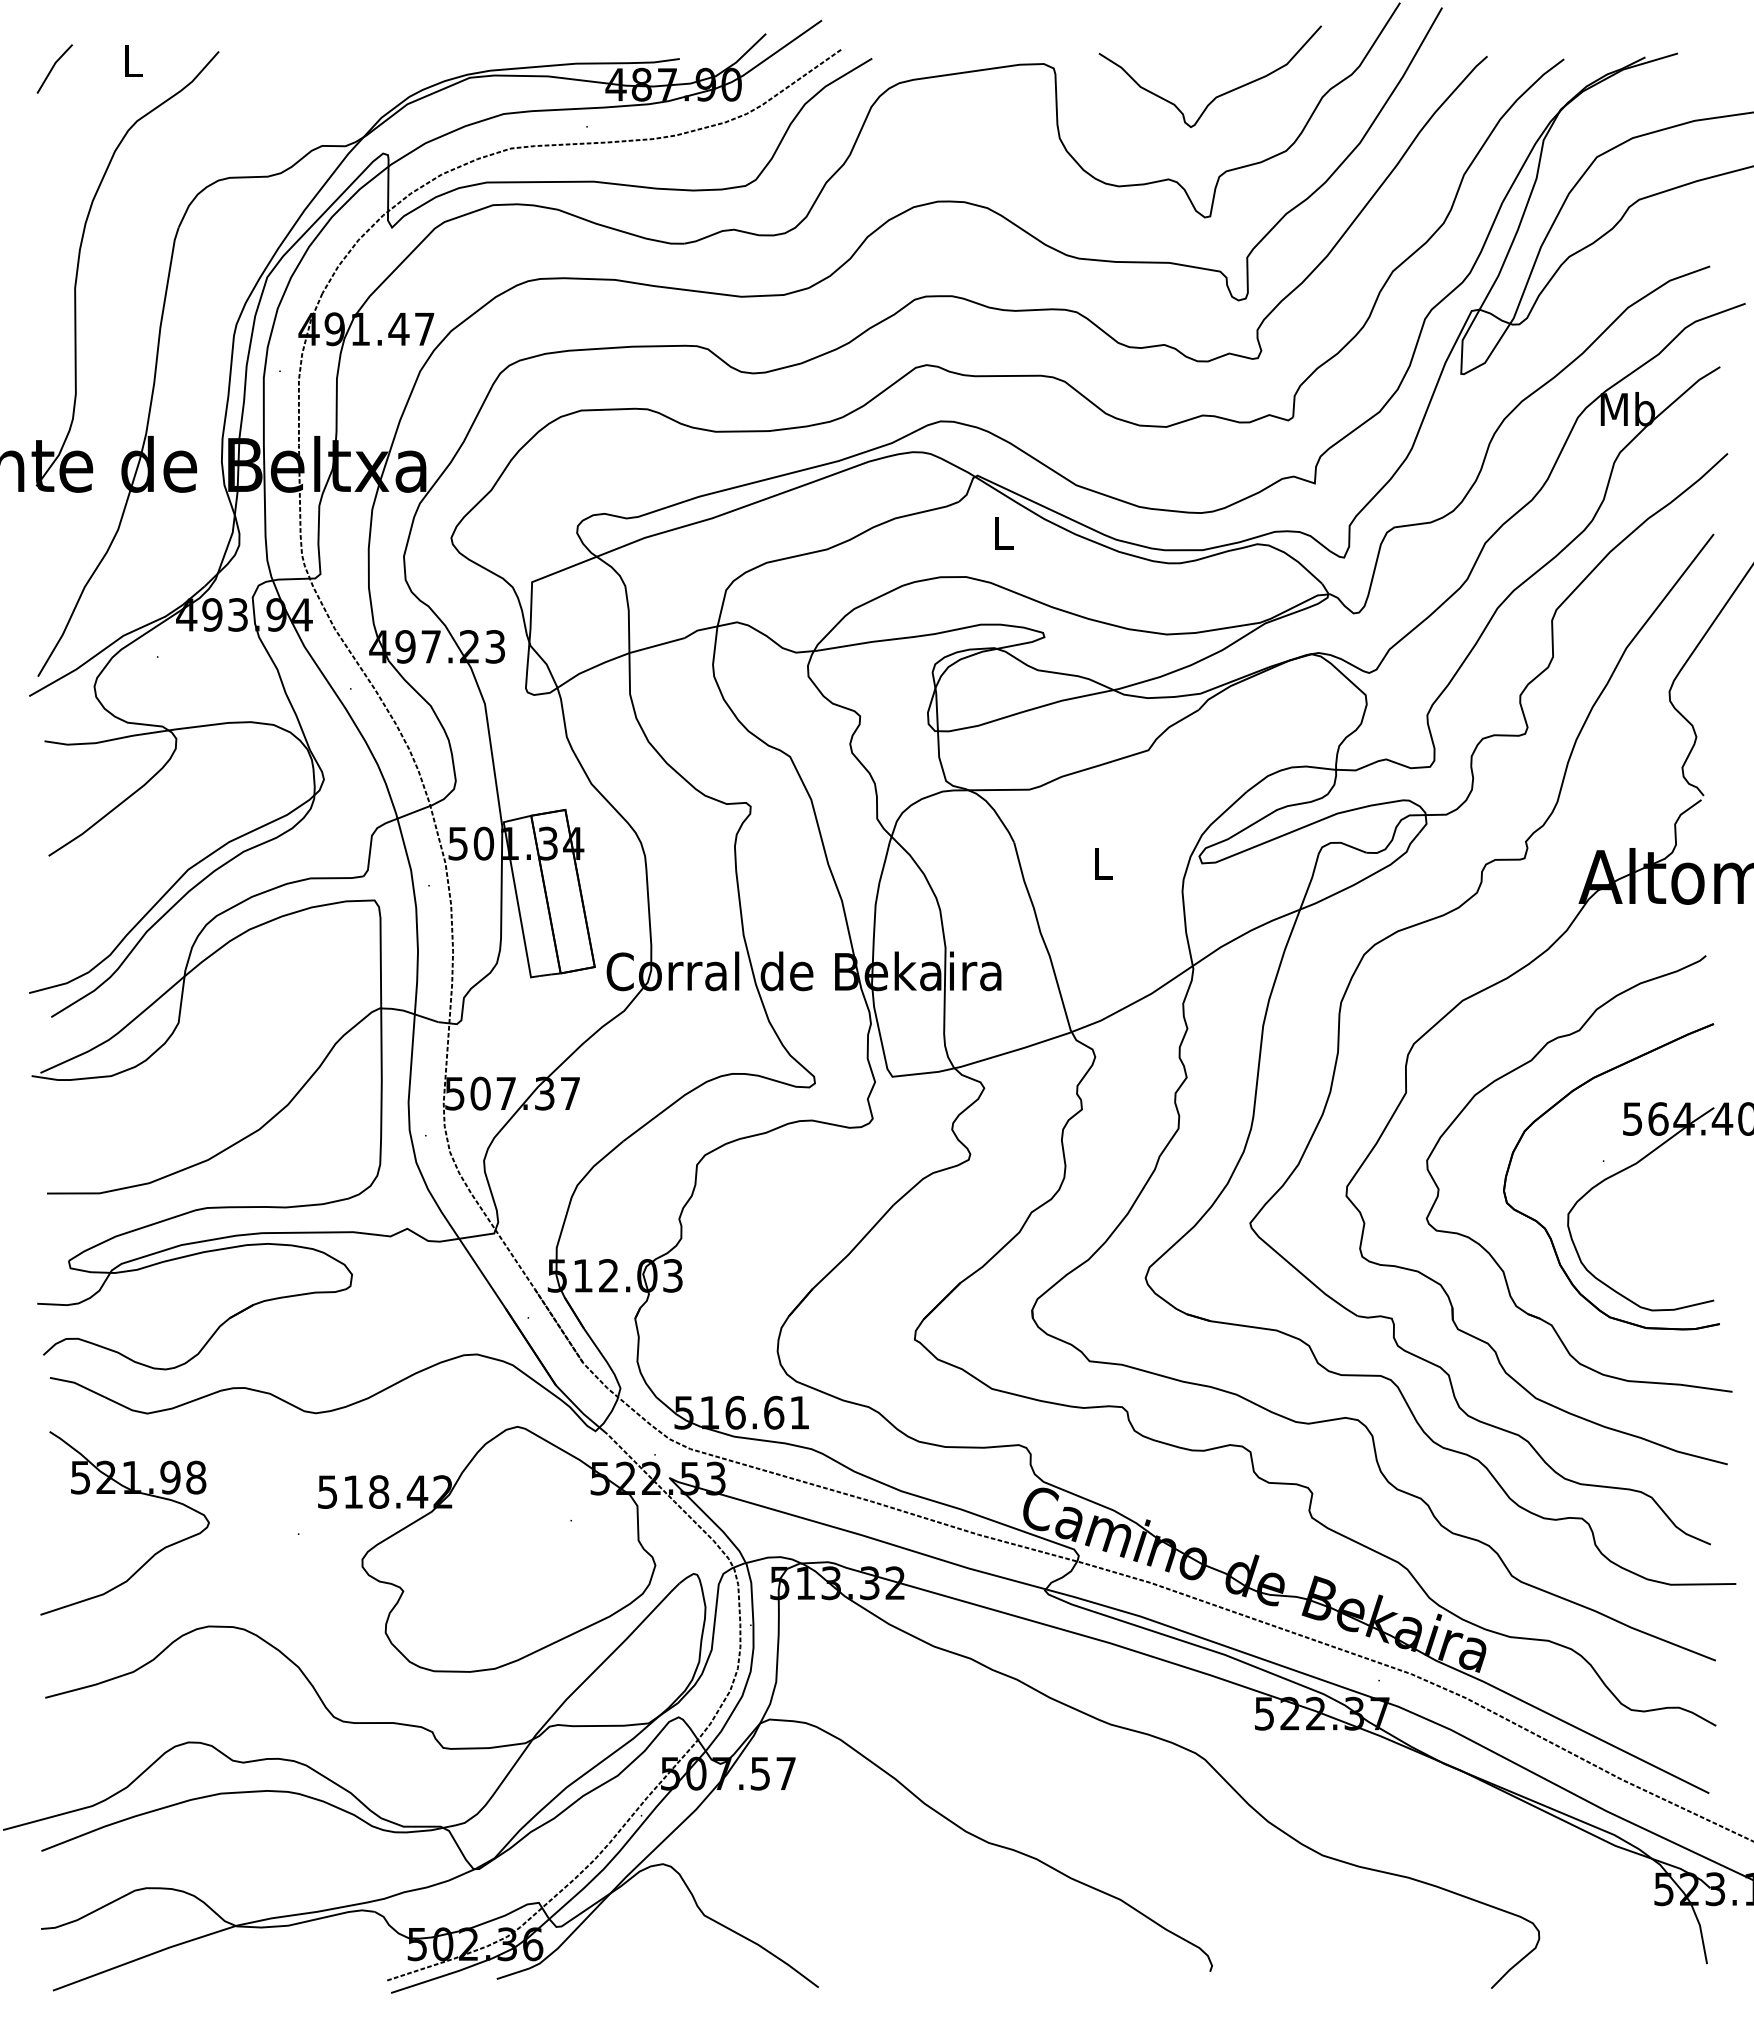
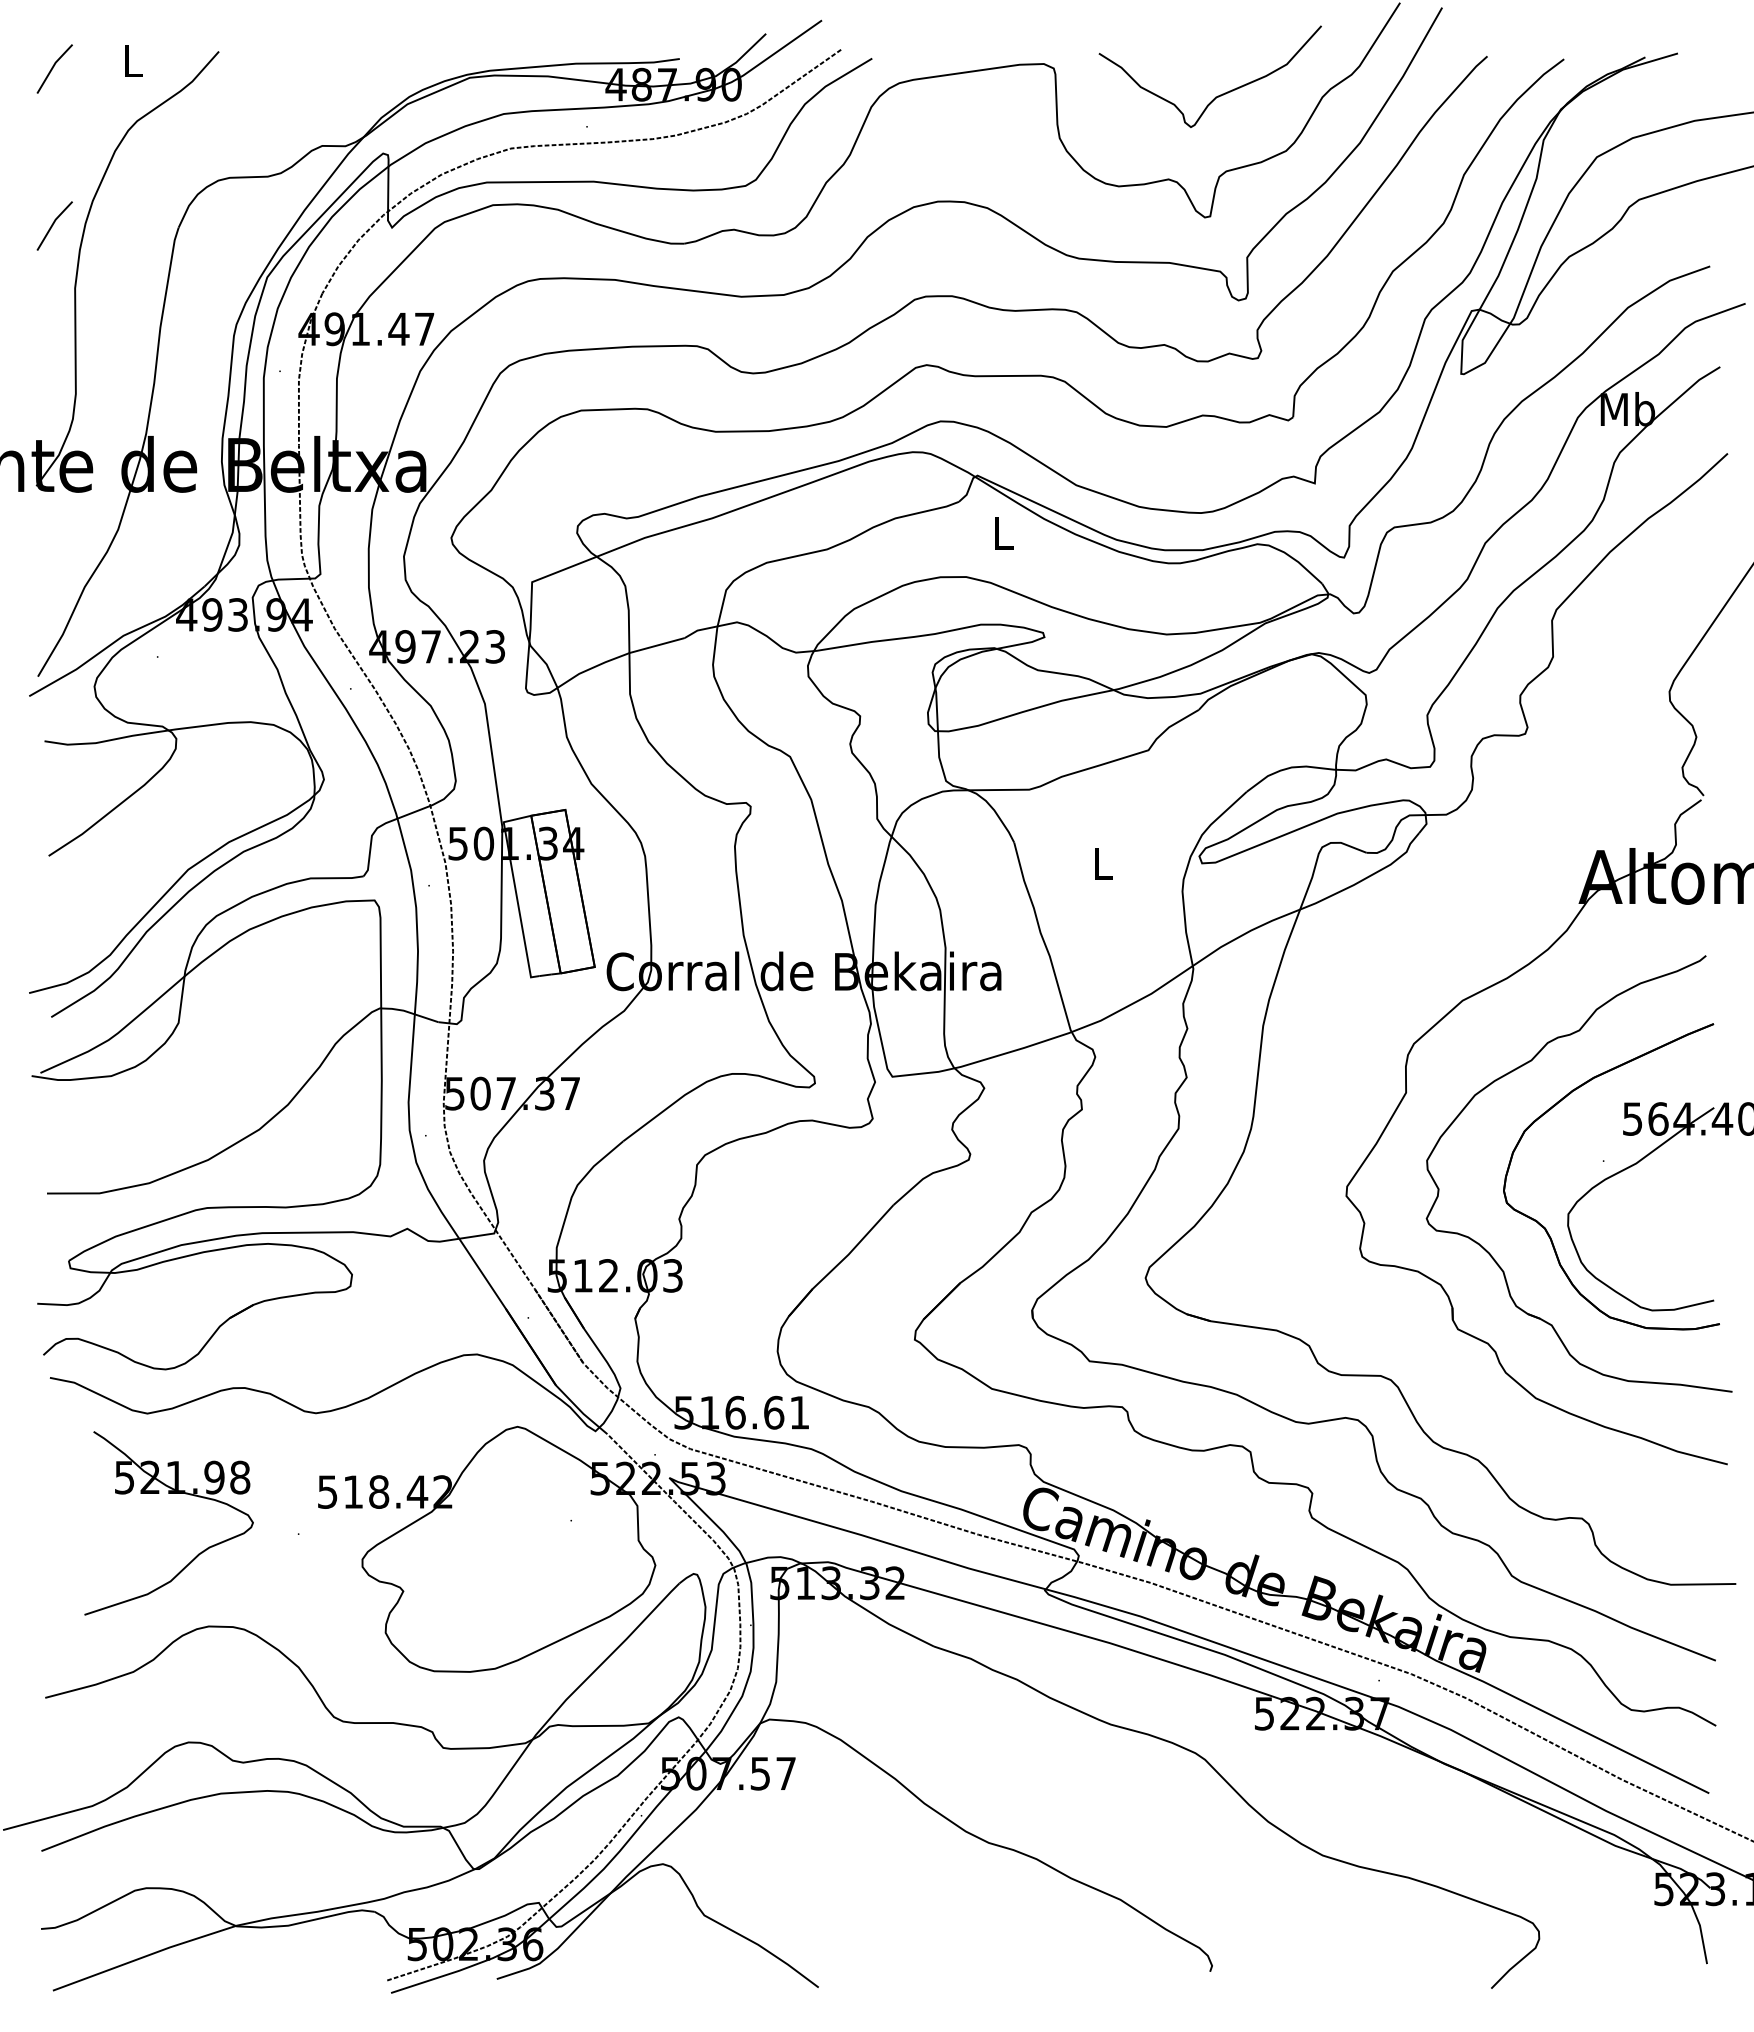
line at (53, 225): none -> present
part at (1435, 919): present -> none
part at (124, 1493) position: (124, 1493) -> (168, 1493)
